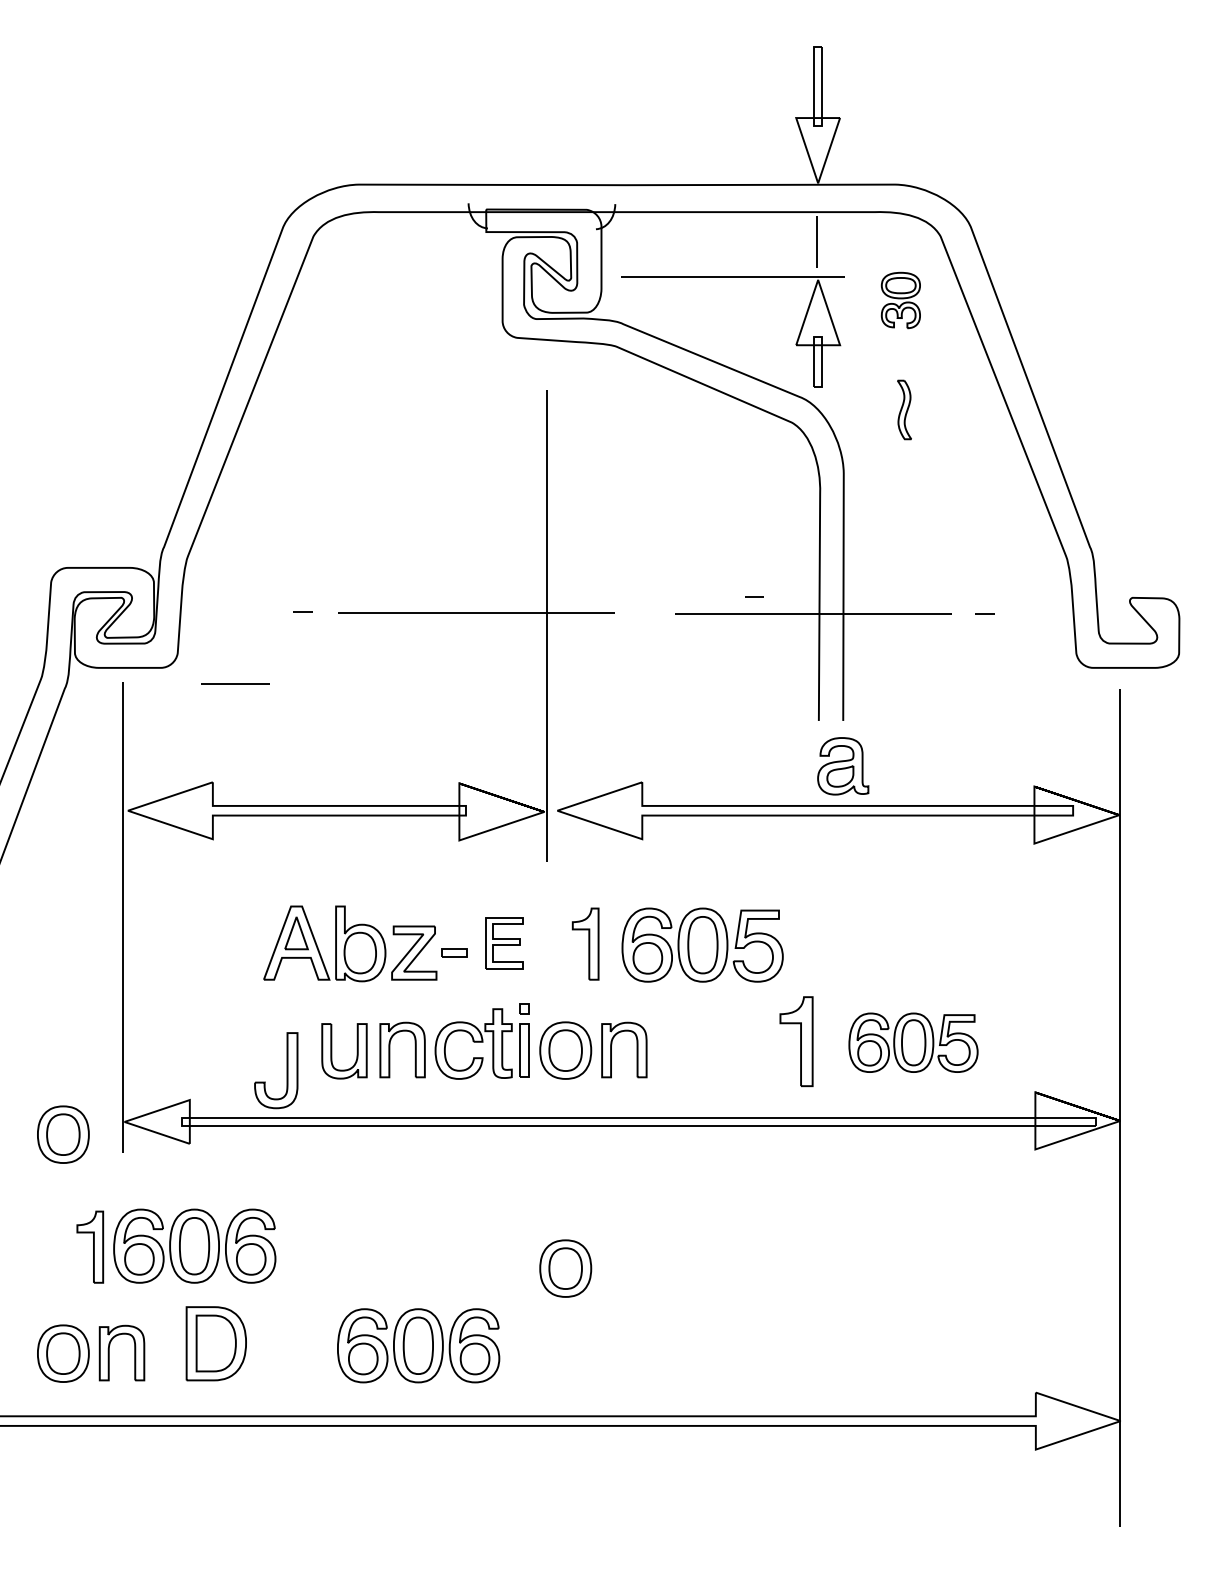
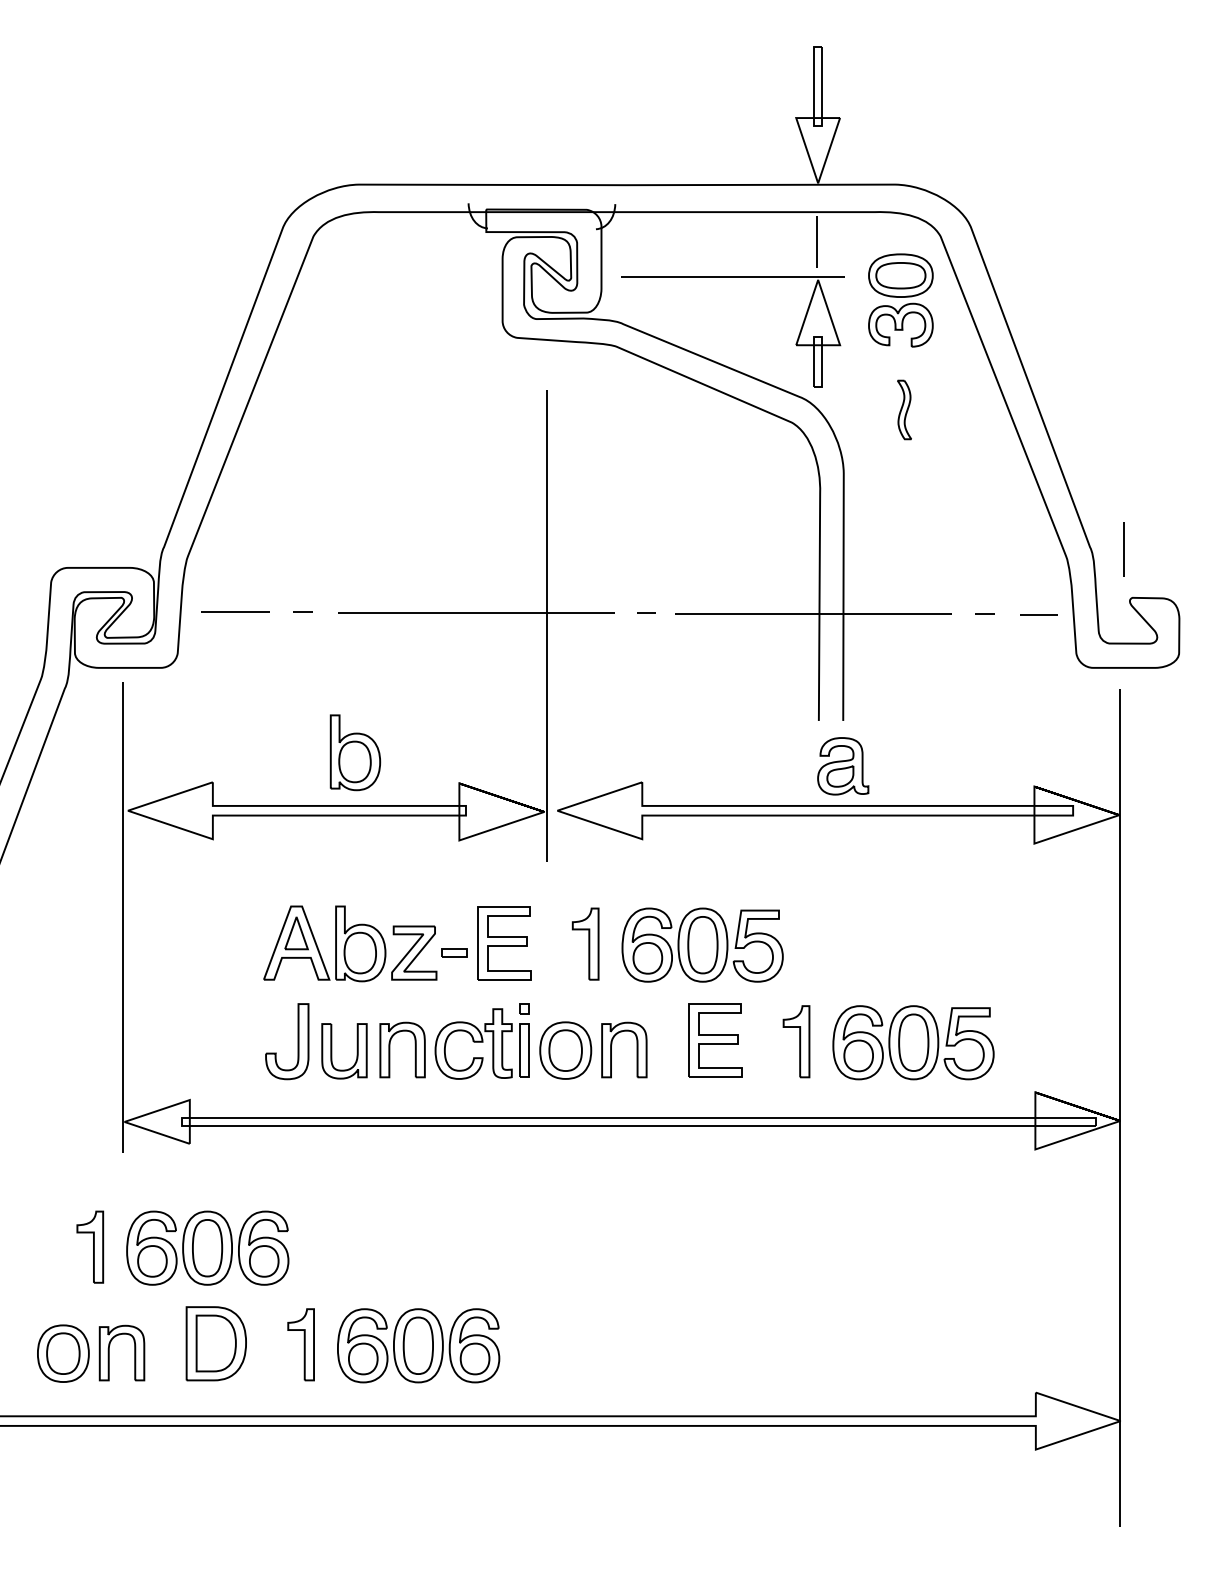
part at (900, 300) size: 41x59 px -> 66x95 px
line at (1123, 549): none -> present
line at (754, 596) position: (754, 596) -> (646, 612)
line at (1038, 614): none -> present
line at (235, 683) position: (235, 683) -> (235, 611)
part at (355, 752): none -> present
part at (504, 943) size: 39x53 px -> 55x75 px
part at (715, 1040): none -> present
part at (796, 1041) size: 35x92 px -> 29x74 px
part at (913, 1042) size: 131x61 px -> 163x76 px
part at (286, 1070) position: (286, 1070) -> (297, 1041)
part at (63, 1134): present -> none
part at (194, 1245) position: (194, 1245) -> (207, 1247)
part at (565, 1268): present -> none
part at (300, 1344): none -> present
